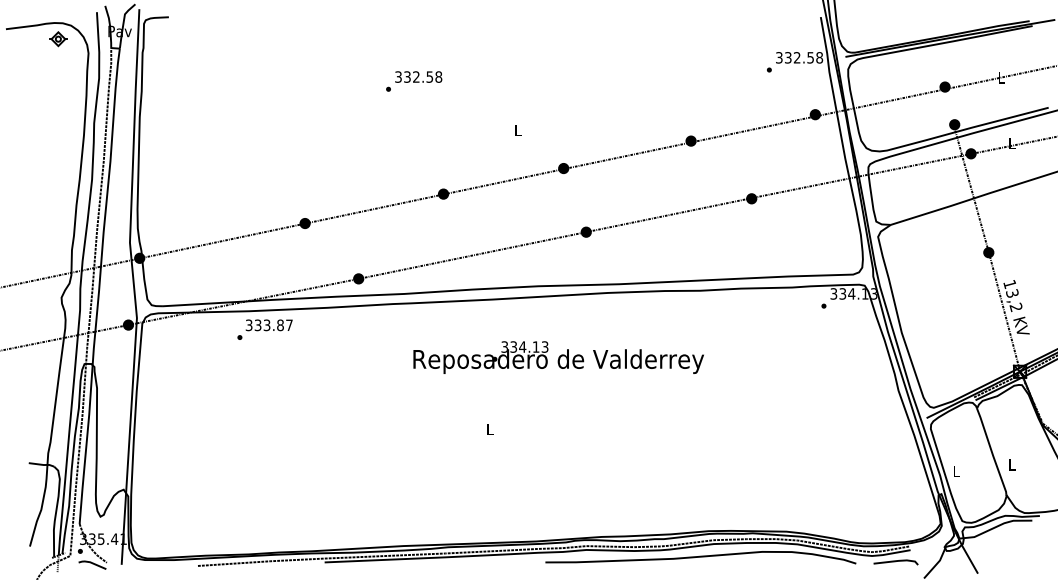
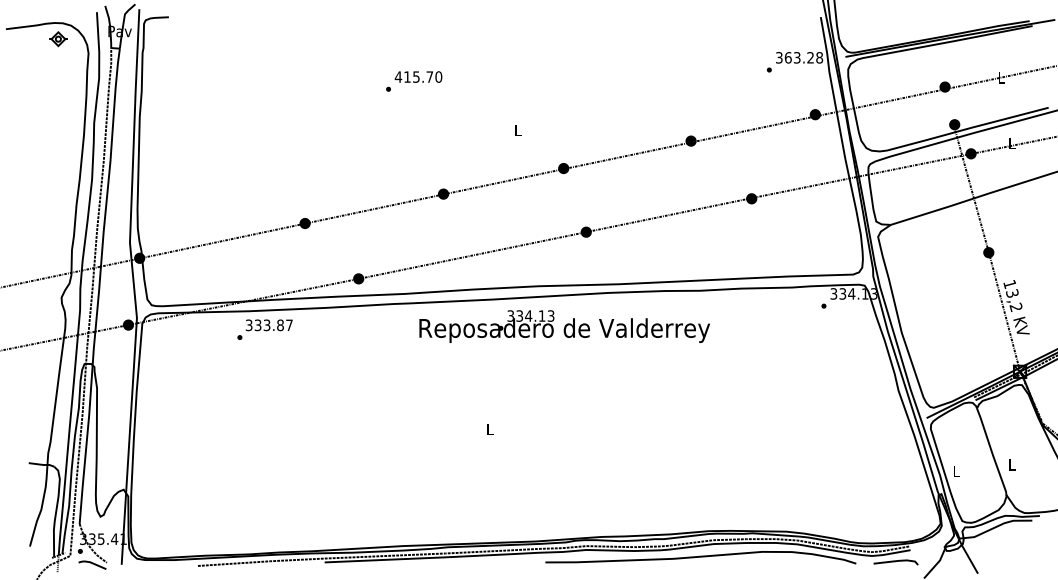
text at (798, 57): 332.58 -> 363.28
text at (418, 76): 332.58 -> 415.70
text at (558, 357) position: (558, 357) -> (564, 326)
